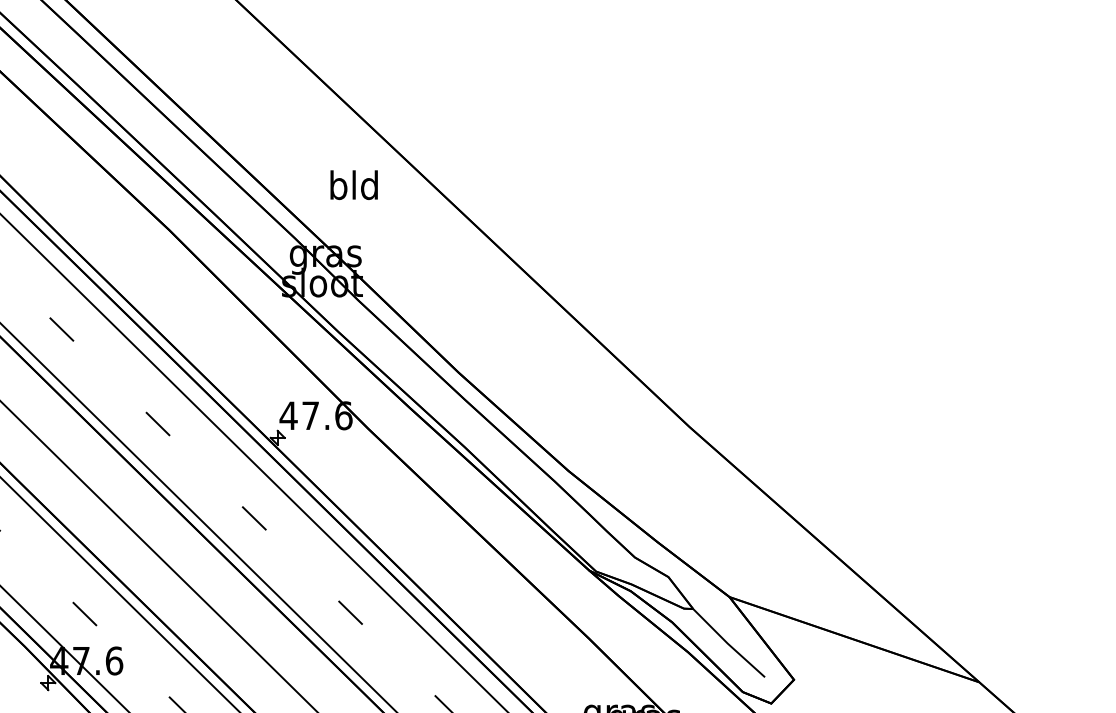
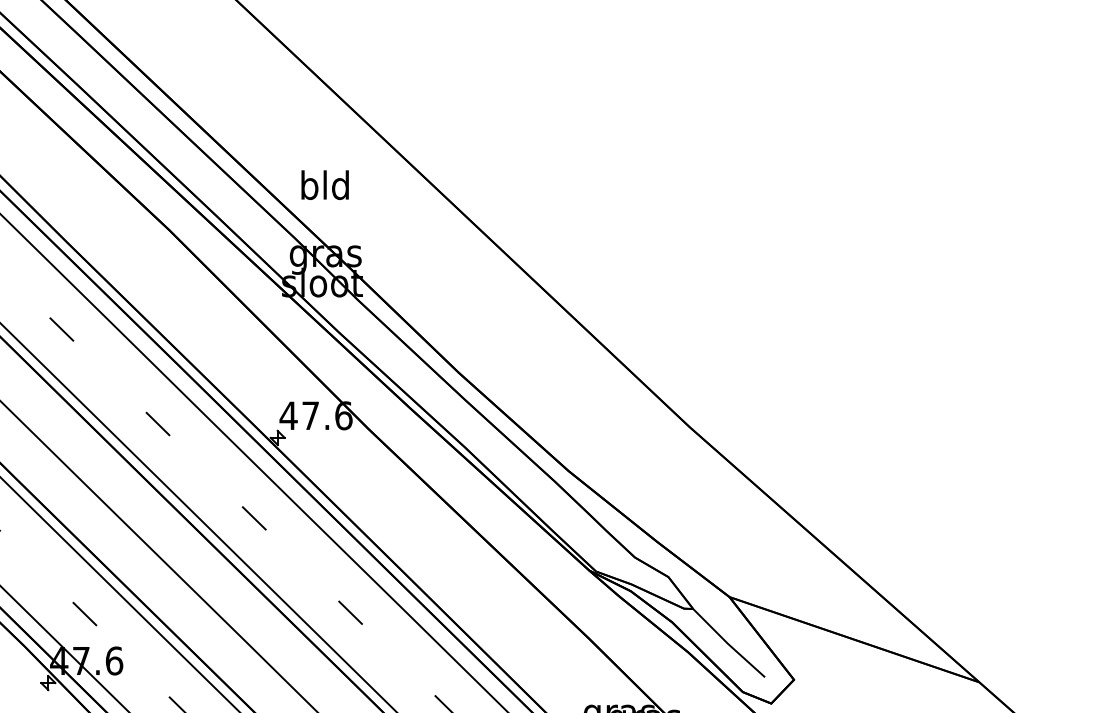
text at (353, 184) position: (353, 184) -> (324, 184)
